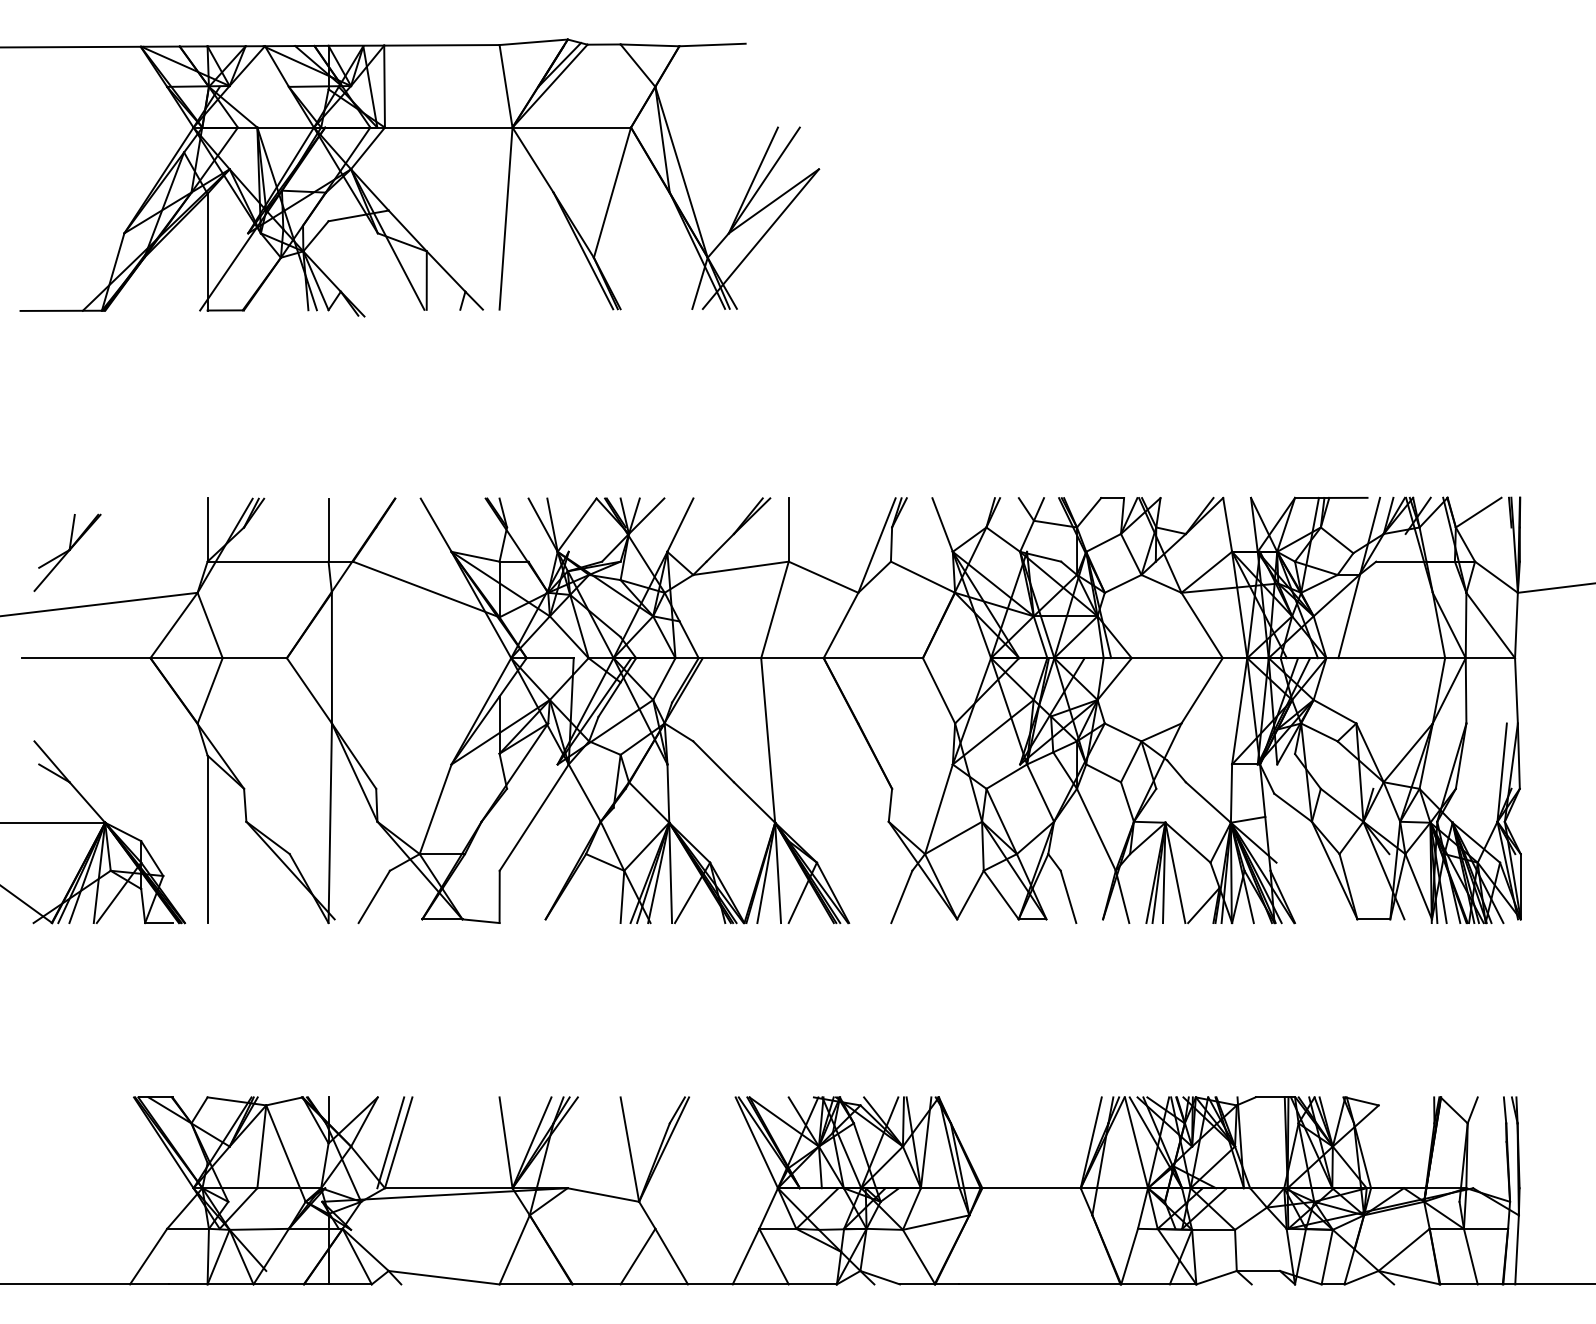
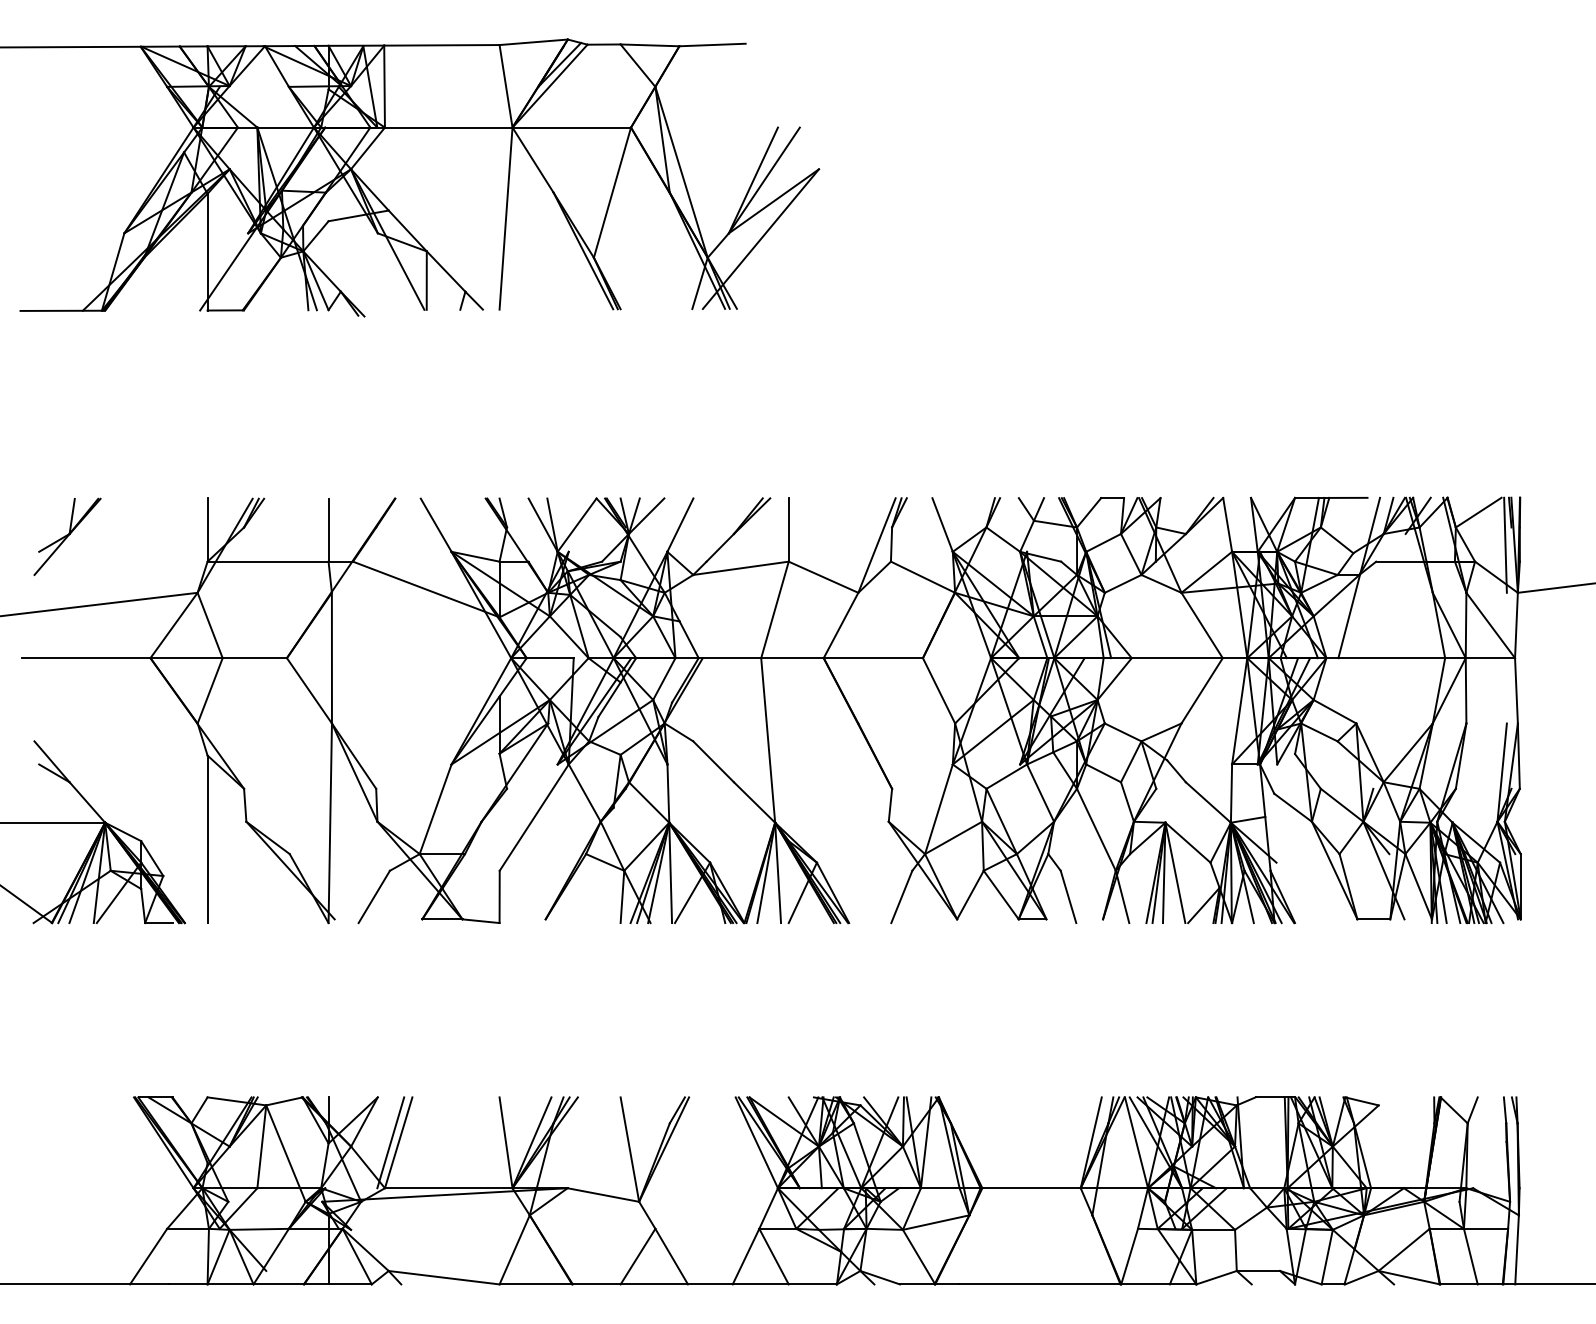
line at (1505, 544): none -> present
part at (67, 552) position: (67, 552) -> (67, 536)
